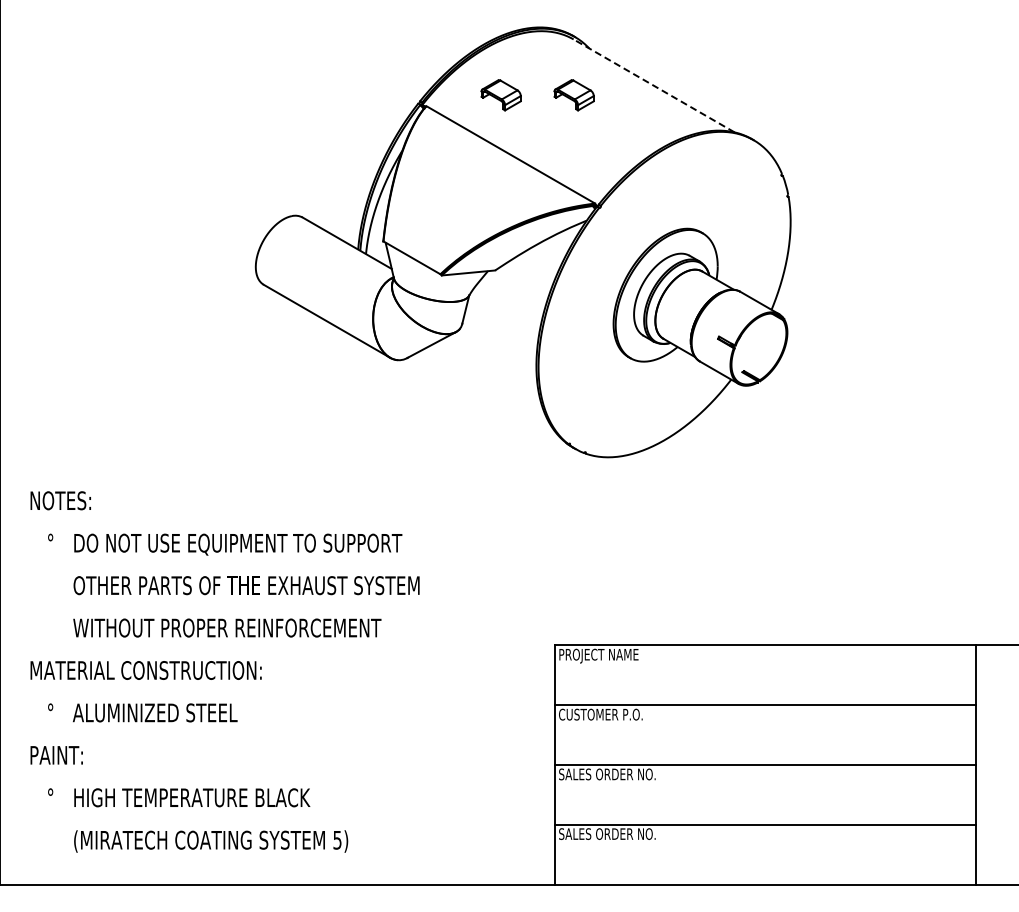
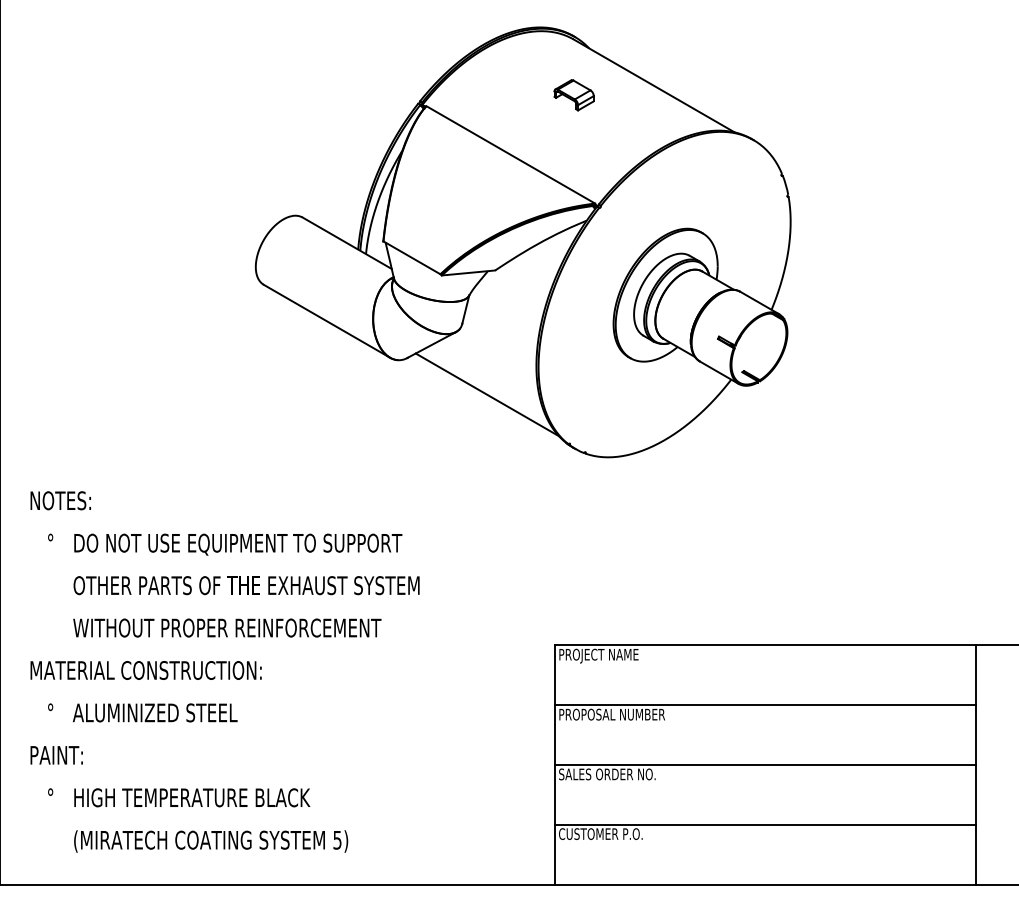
line at (654, 85): dashed -> solid
part at (500, 95): present -> none
line at (486, 394): none -> present
text at (612, 714): CUSTOMER P.O. -> PROPOSAL NUMBER
text at (607, 834): SALES ORDER NO. -> CUSTOMER P.O.
